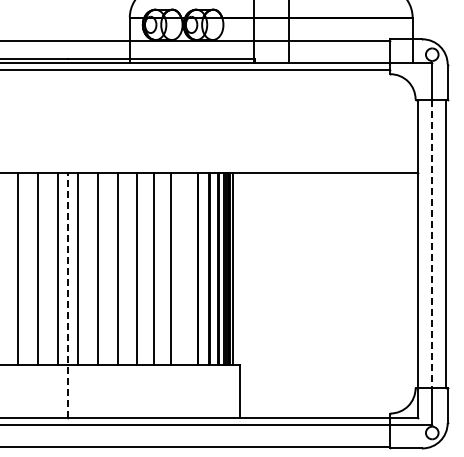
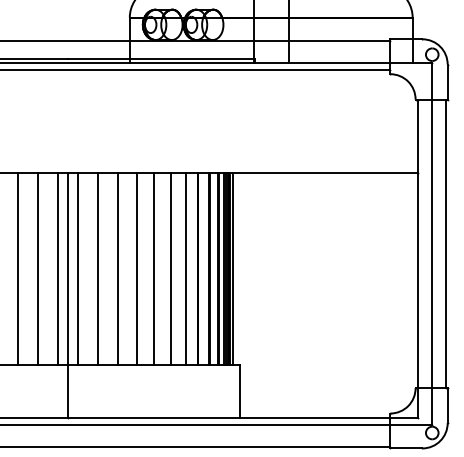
line at (432, 244): dashed -> solid
line at (185, 268): none -> present
line at (68, 294): dashed -> solid
